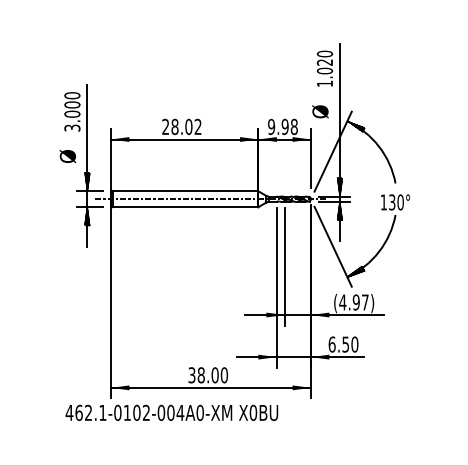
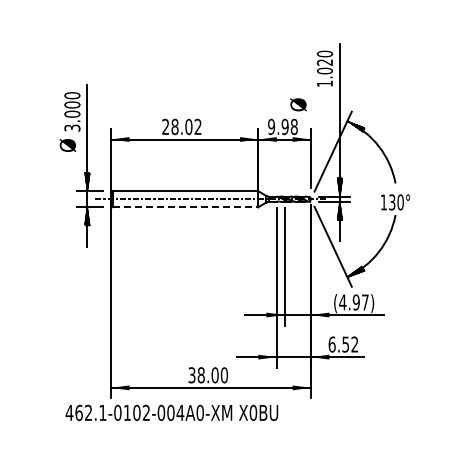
text at (320, 111) position: (320, 111) -> (298, 104)
text at (67, 156) position: (67, 156) -> (67, 145)
line at (185, 207): solid -> dashed
text at (354, 344): 6.50 -> 6.52
